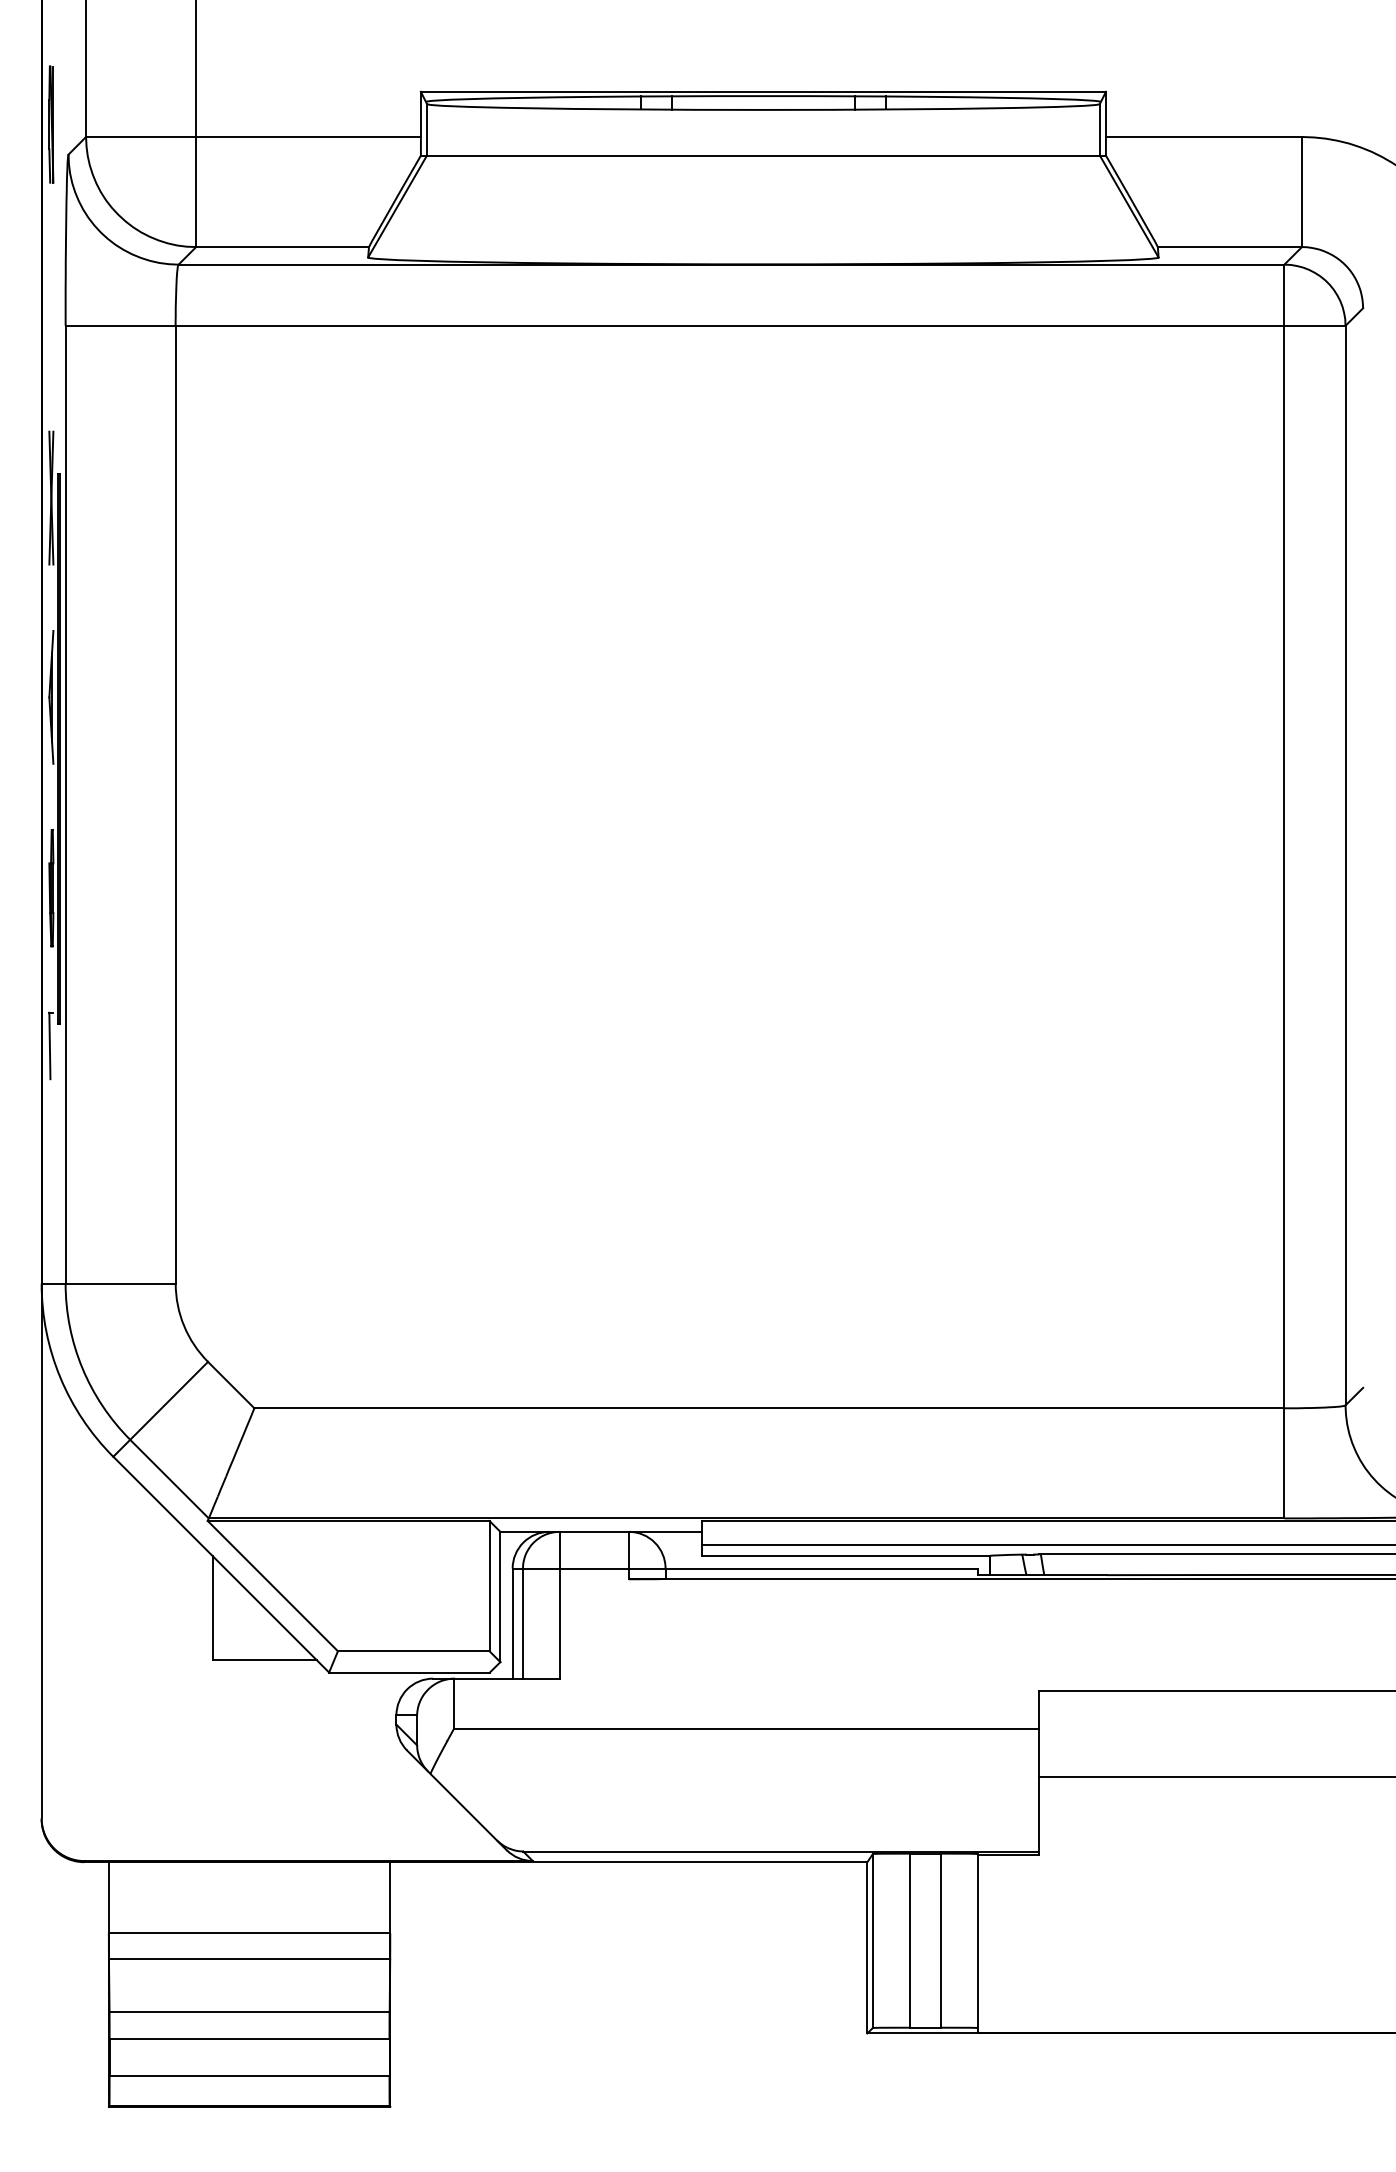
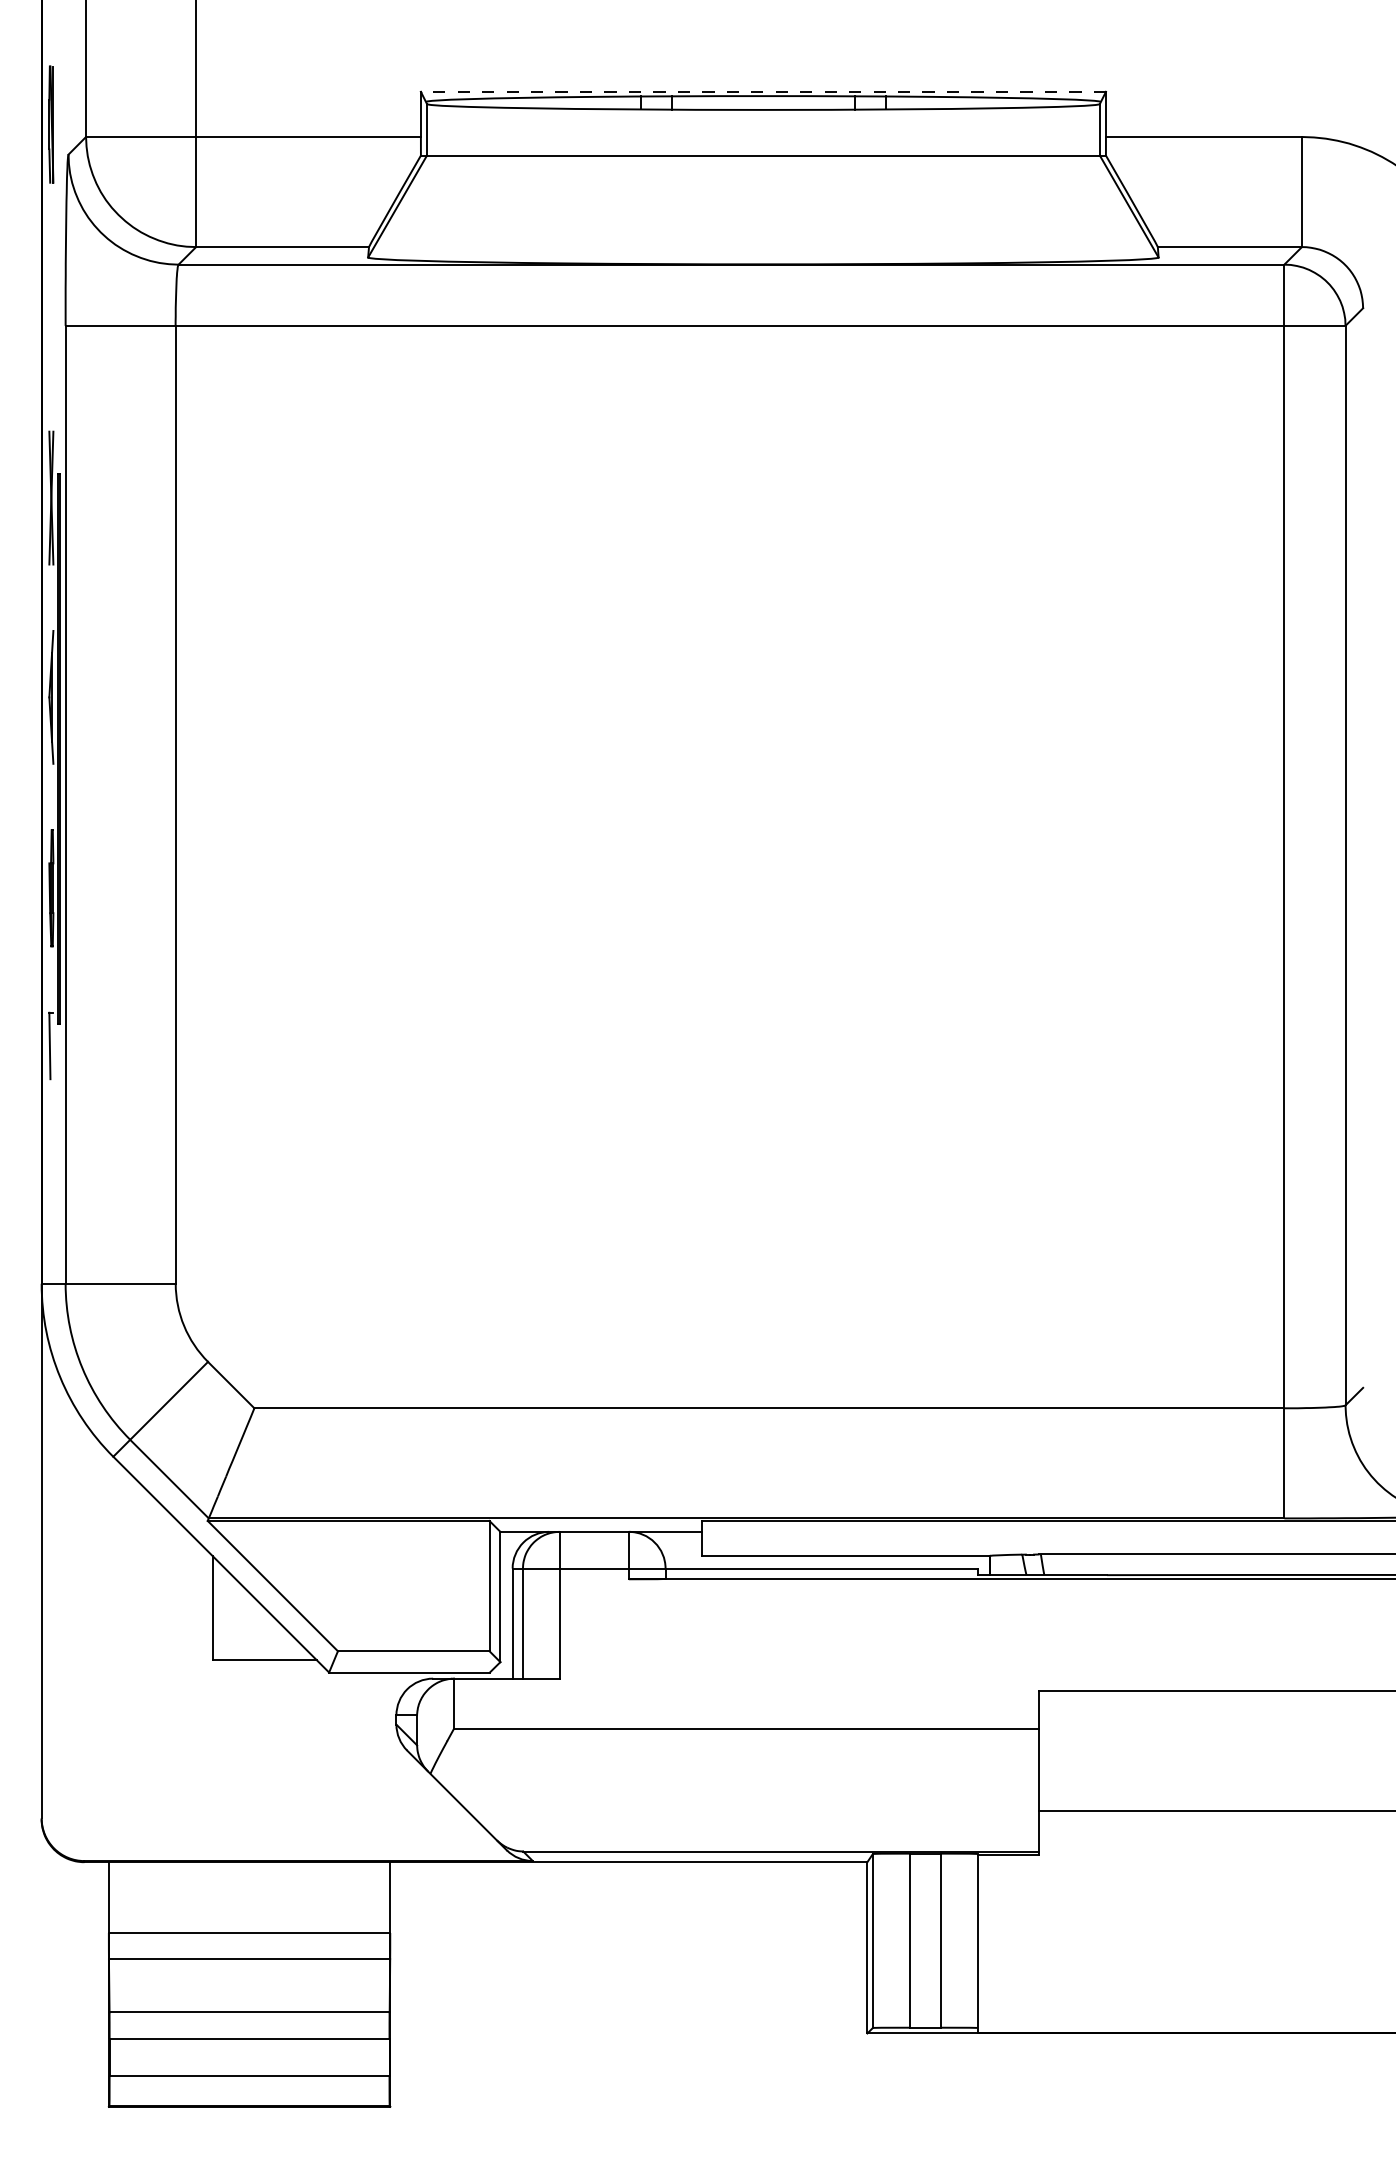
line at (763, 91): solid -> dashed
line at (1047, 1545): present -> none
line at (1215, 1776) position: (1215, 1776) -> (1215, 1810)
